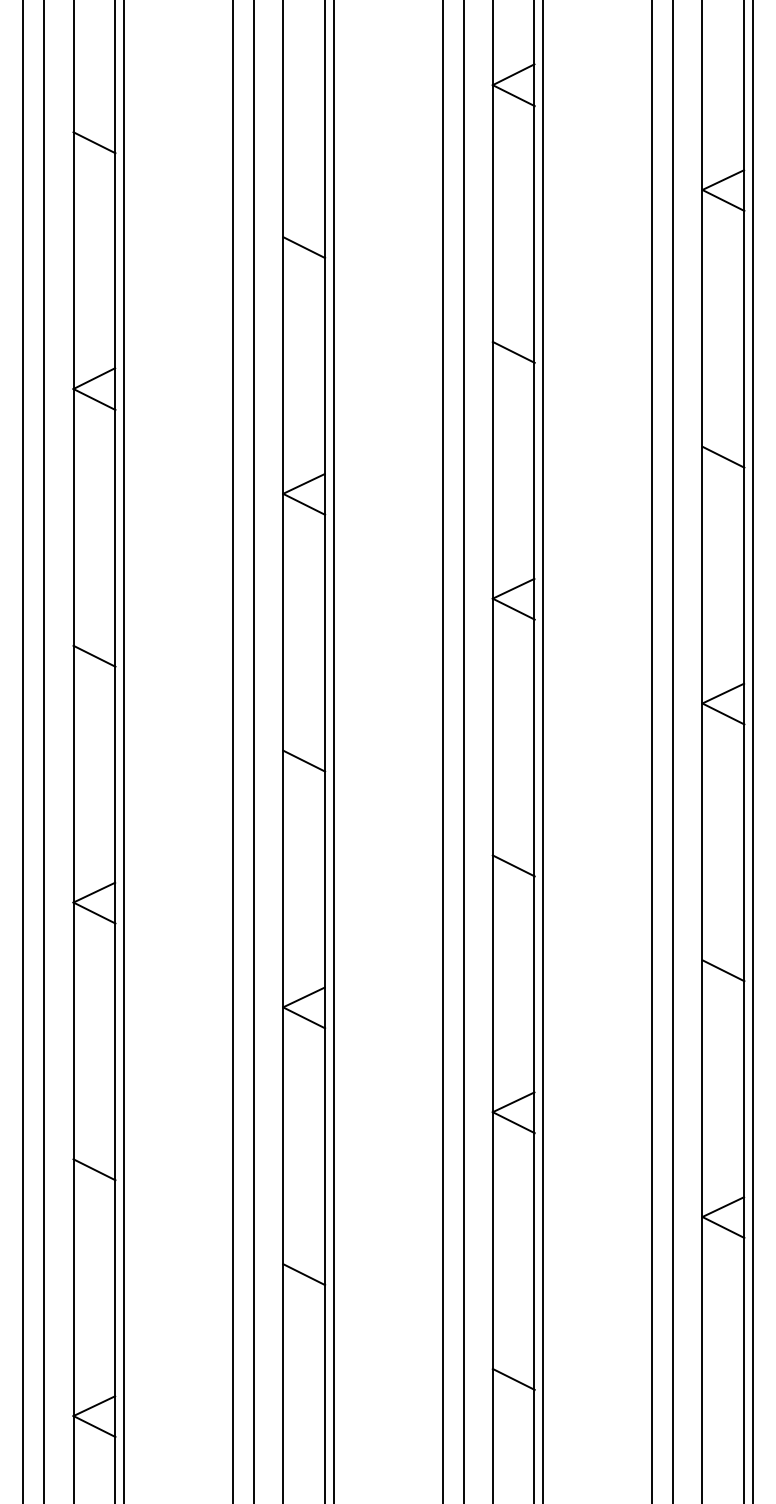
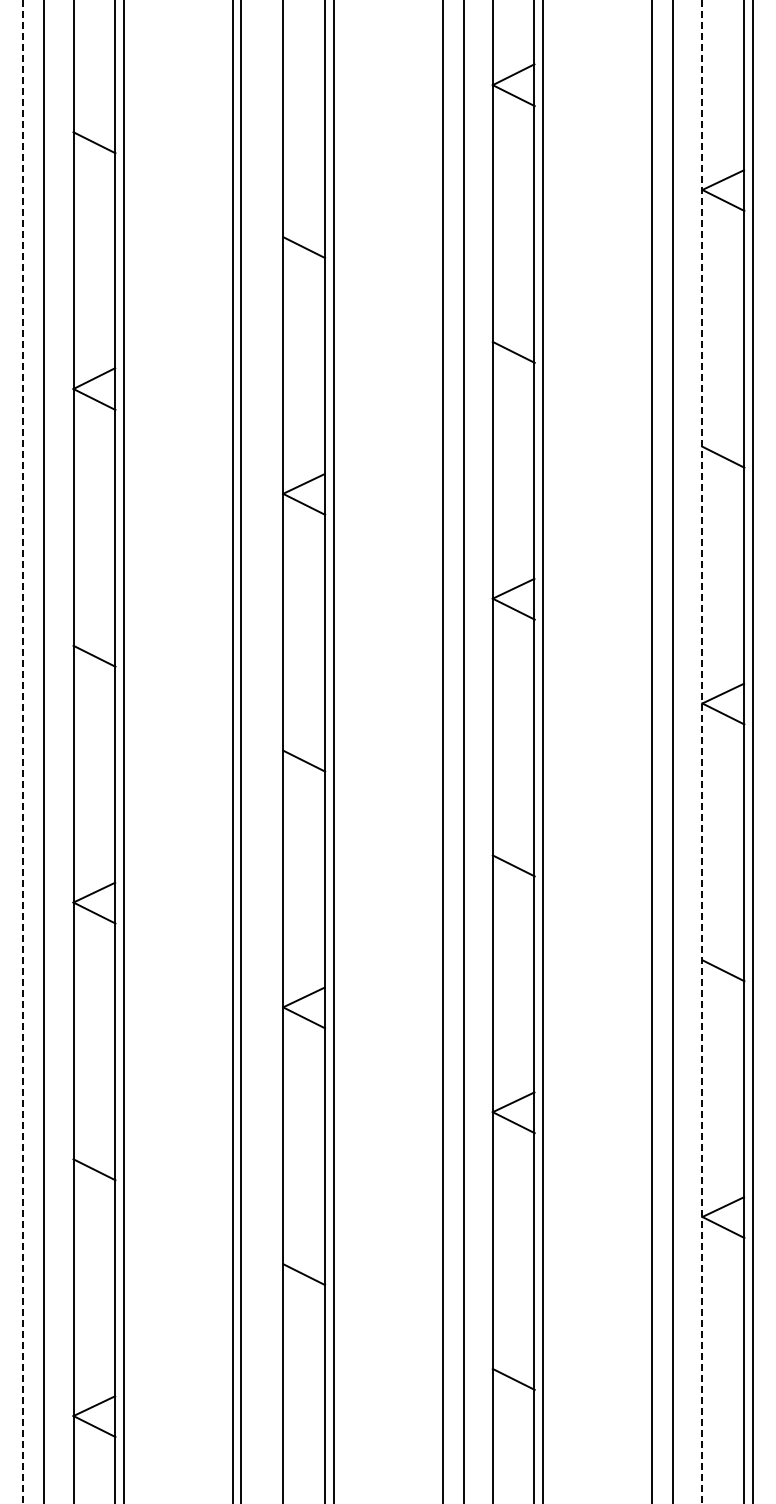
line at (23, 751): solid -> dashed
line at (254, 751) position: (254, 751) -> (241, 751)
line at (702, 752): solid -> dashed
